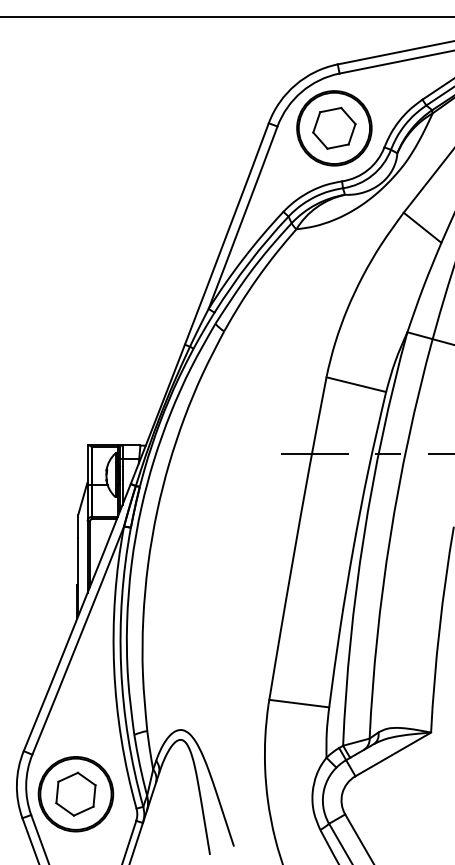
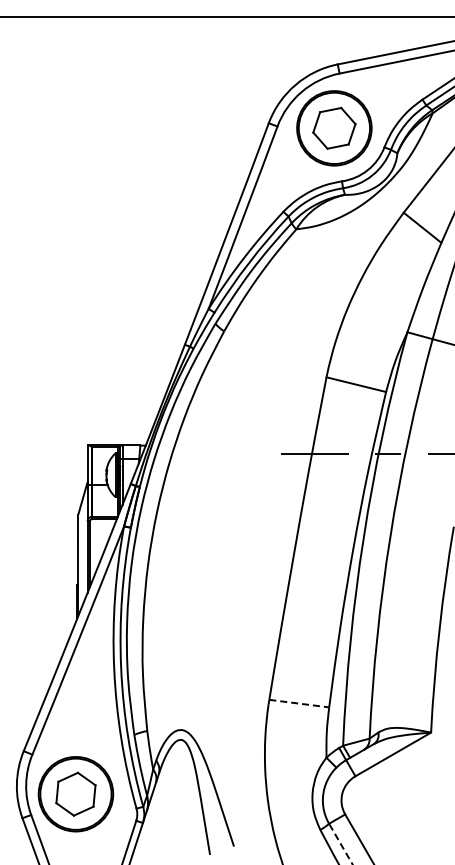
line at (299, 703): solid -> dashed
line at (340, 843): solid -> dashed
